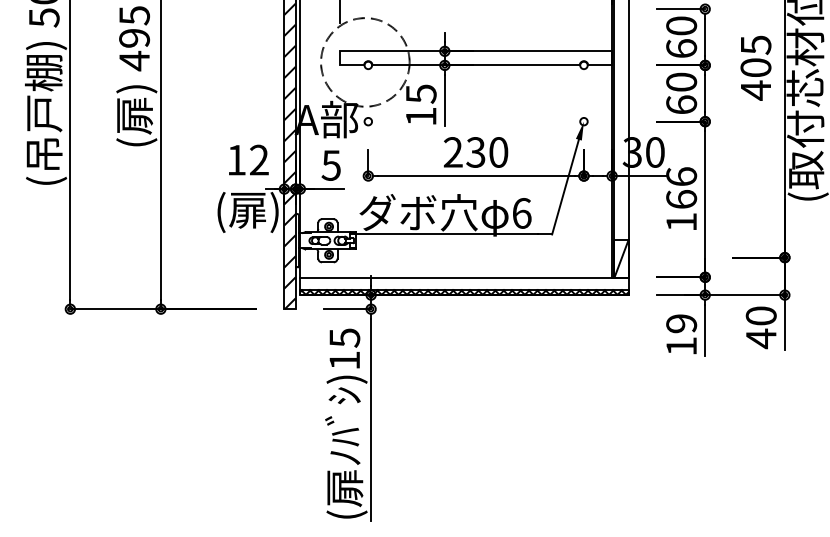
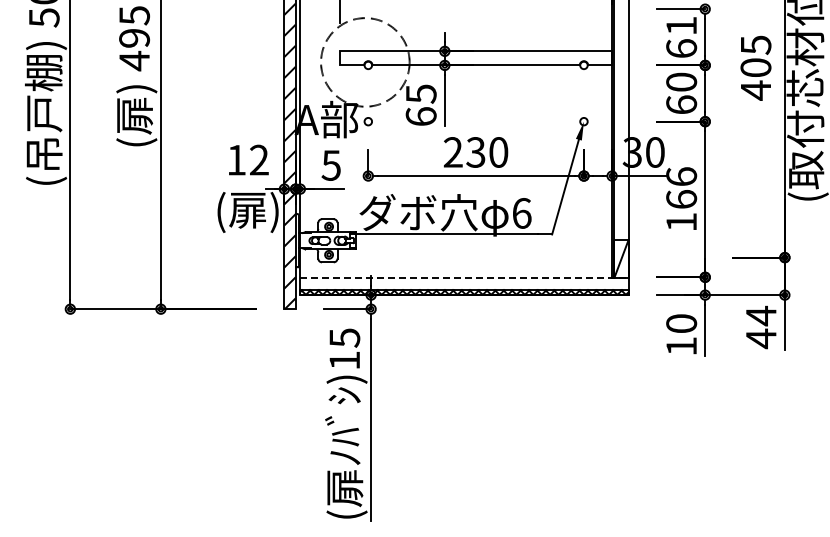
text at (681, 25): 60 -> 61
text at (420, 116): 15 -> 65
line at (464, 277): solid -> dashed
text at (760, 315): 40 -> 44
text at (681, 323): 19 -> 10
